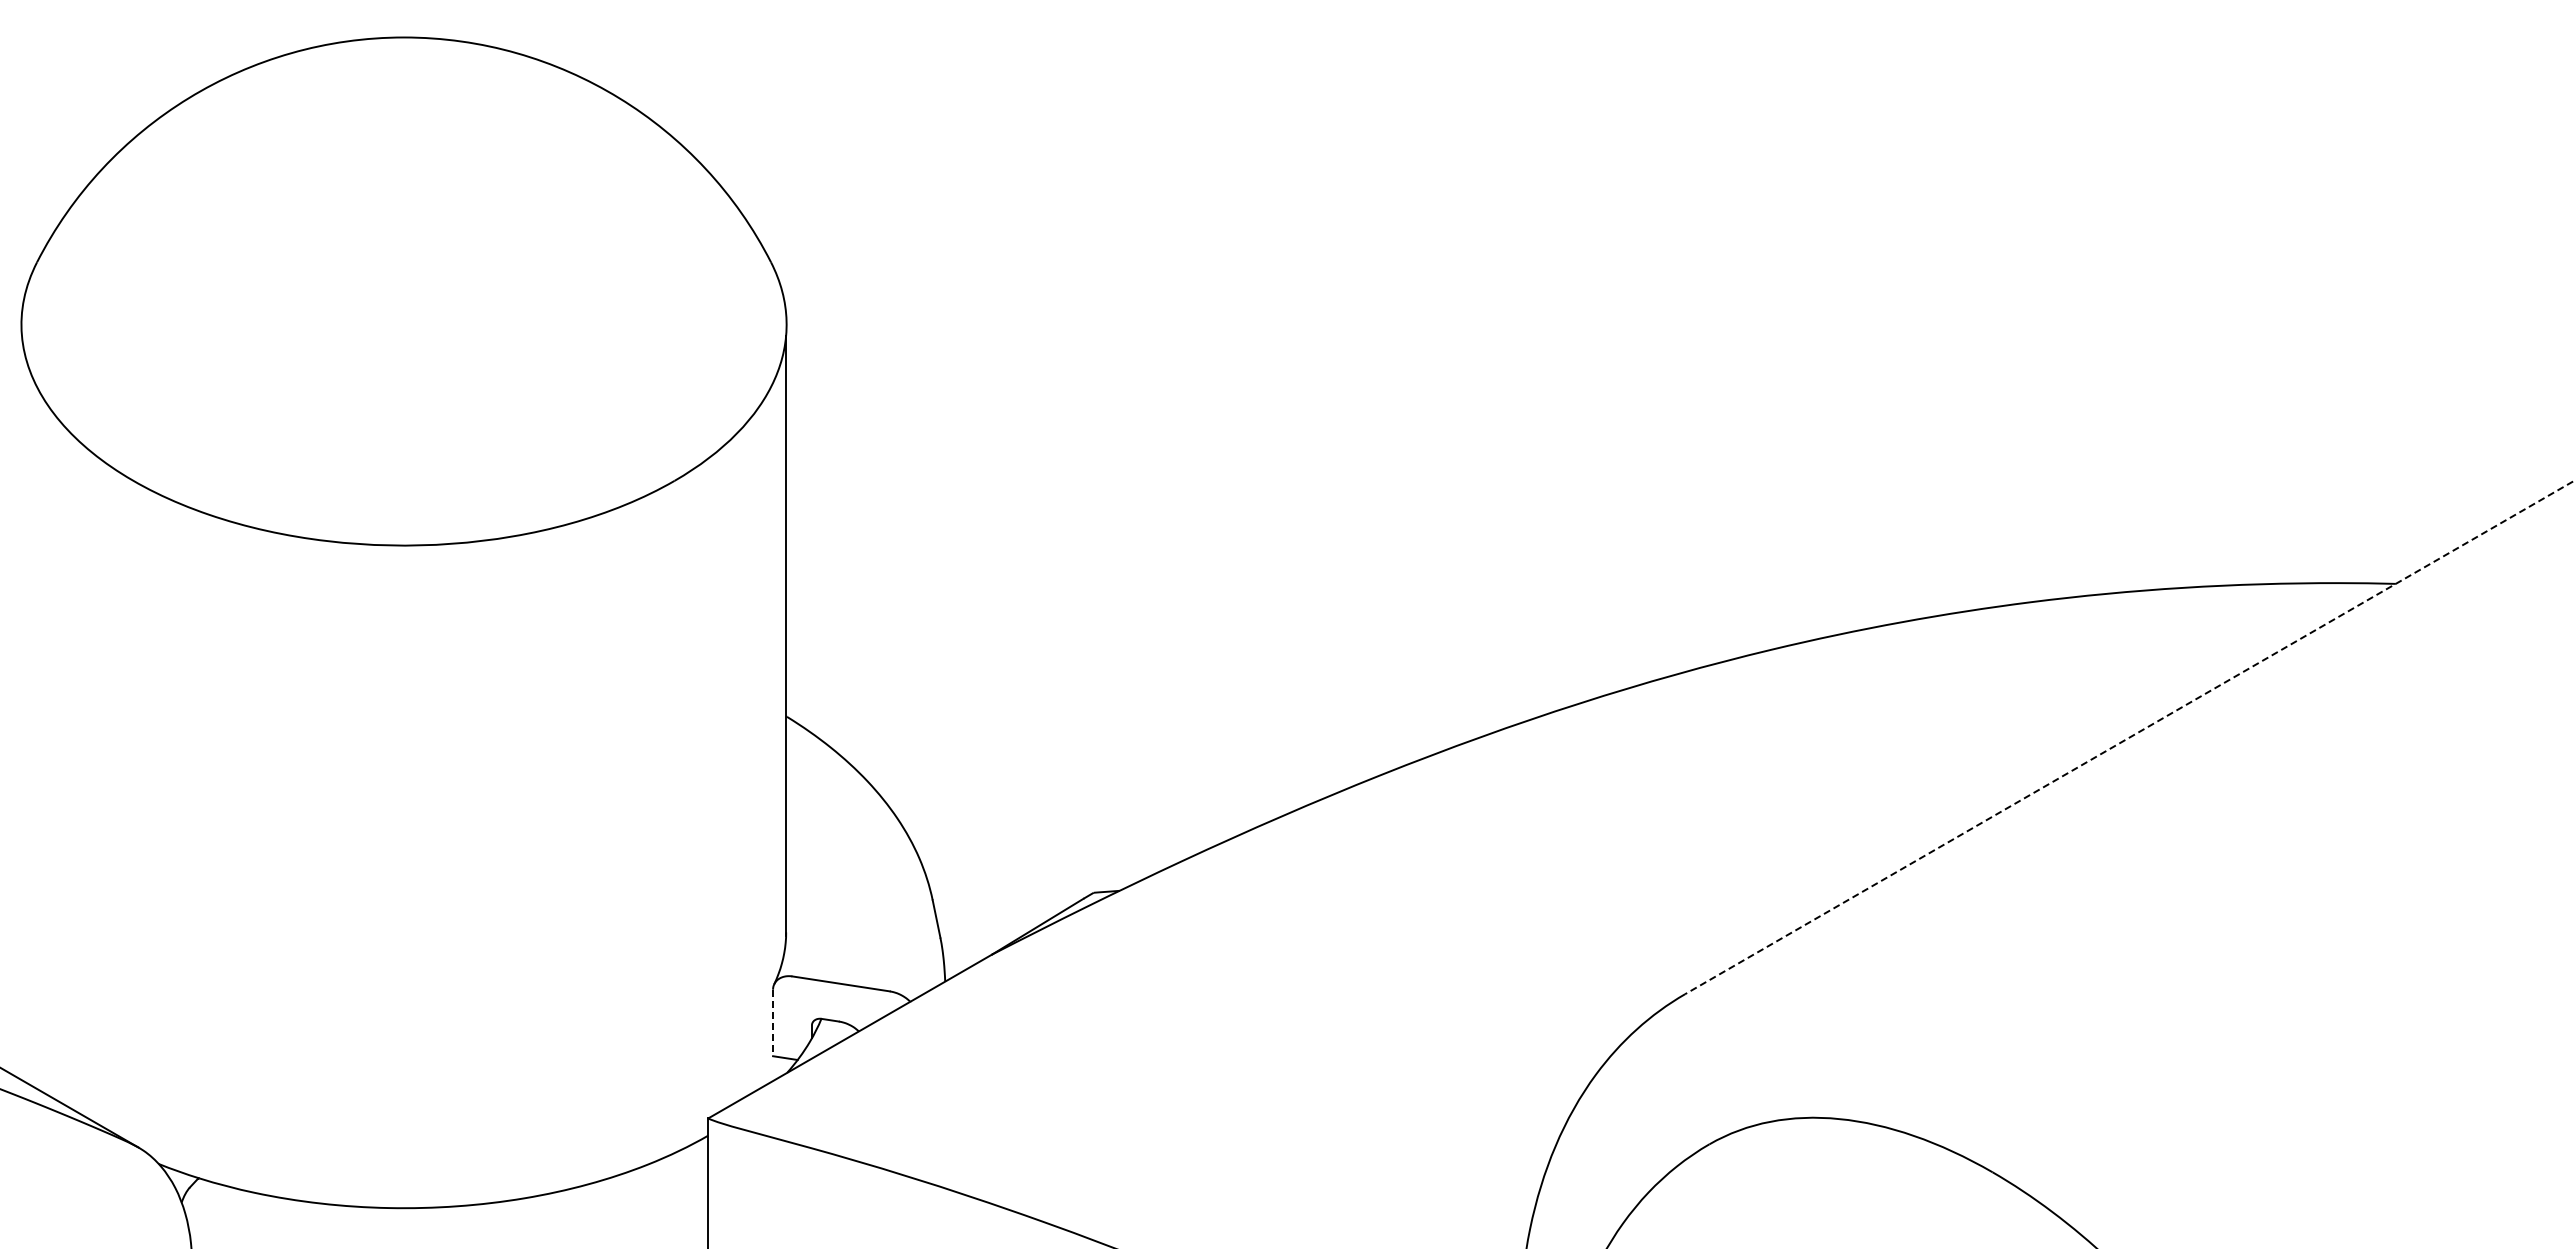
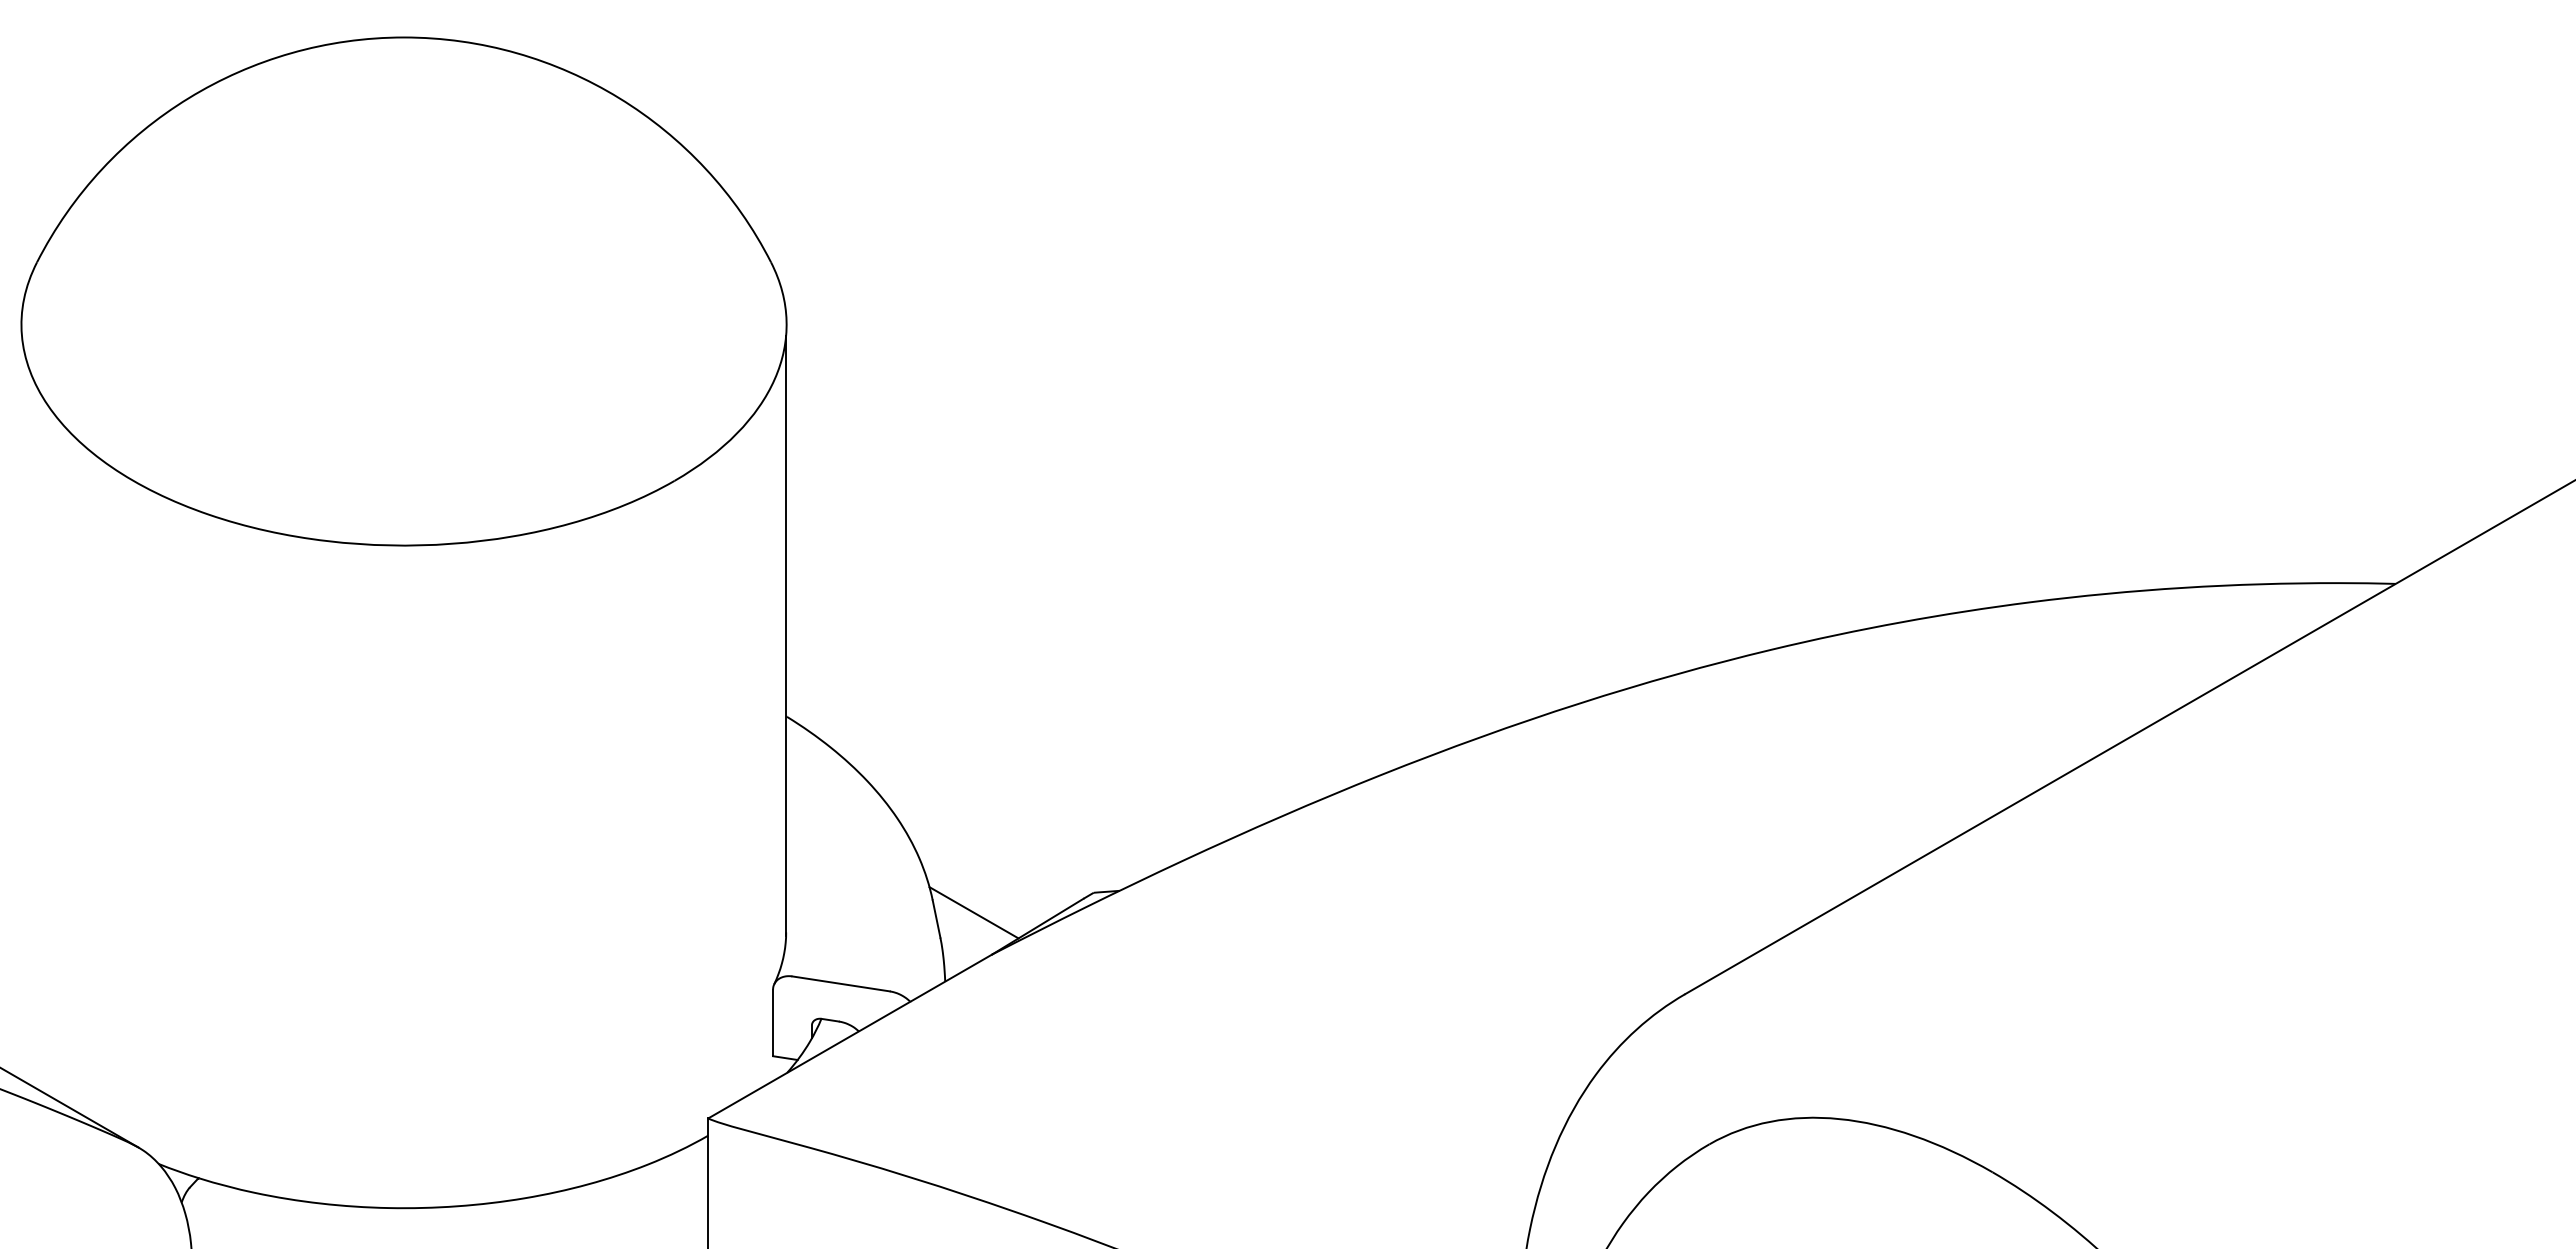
line at (2129, 737): dashed -> solid
line at (973, 912): none -> present
line at (773, 1023): dashed -> solid
